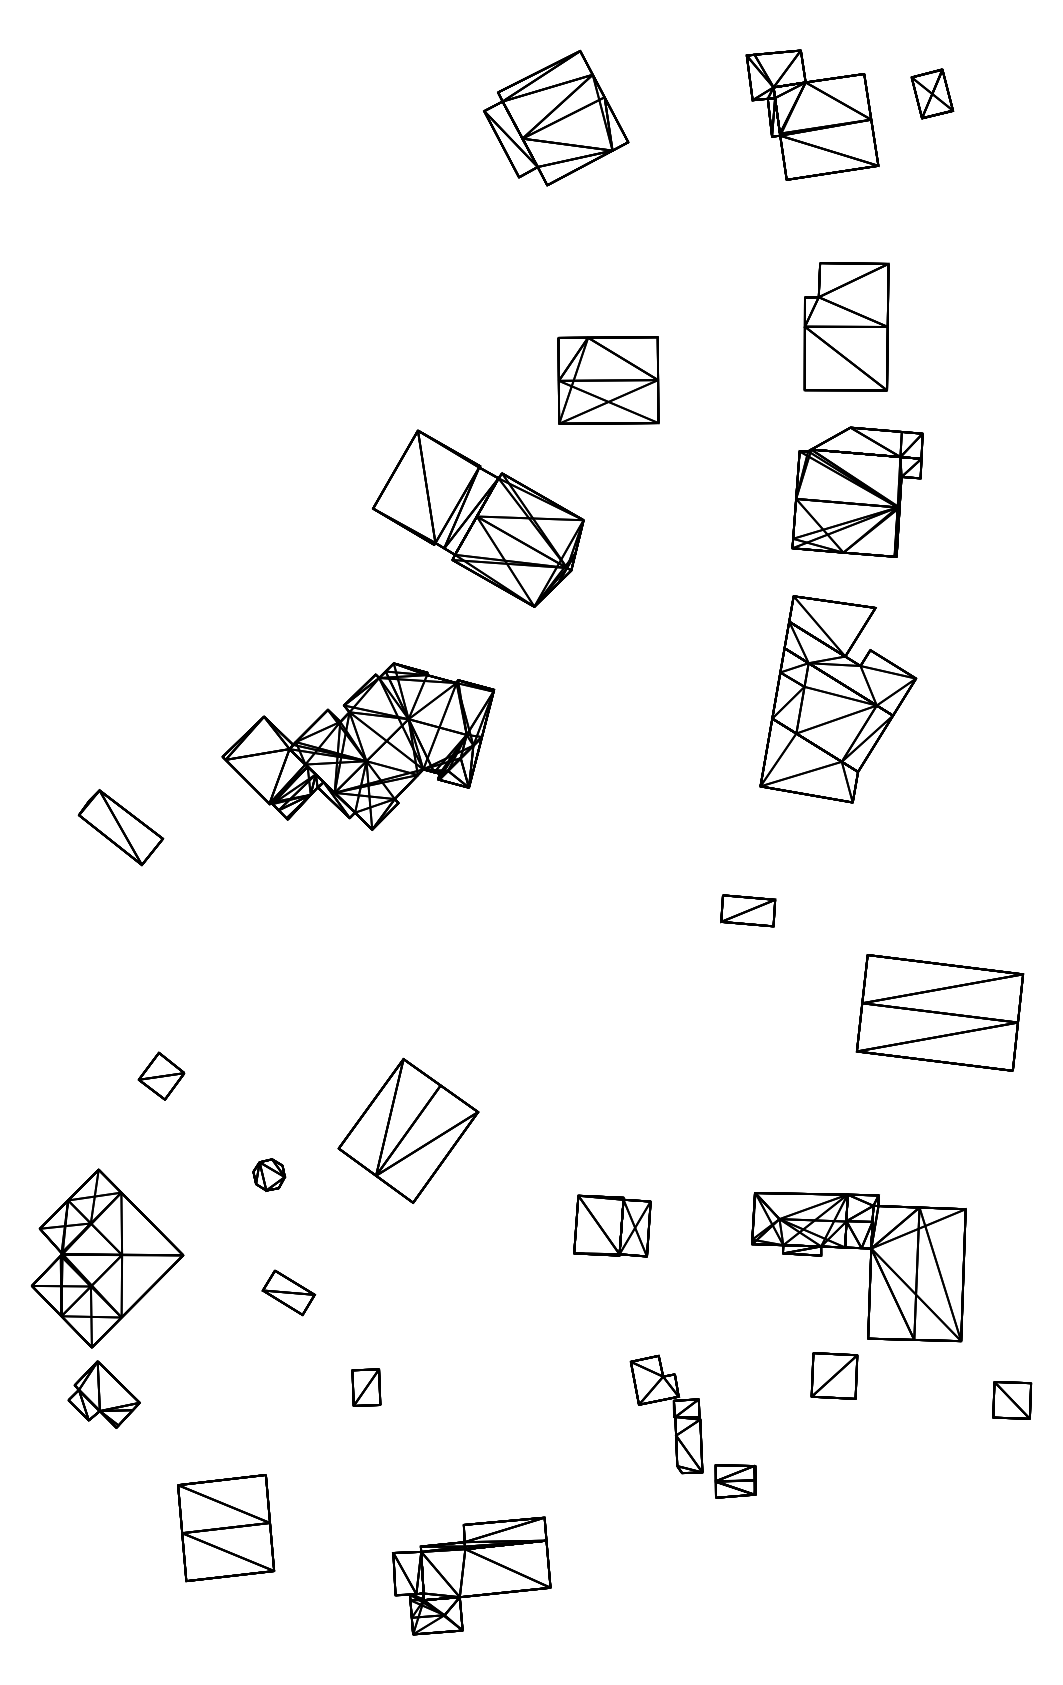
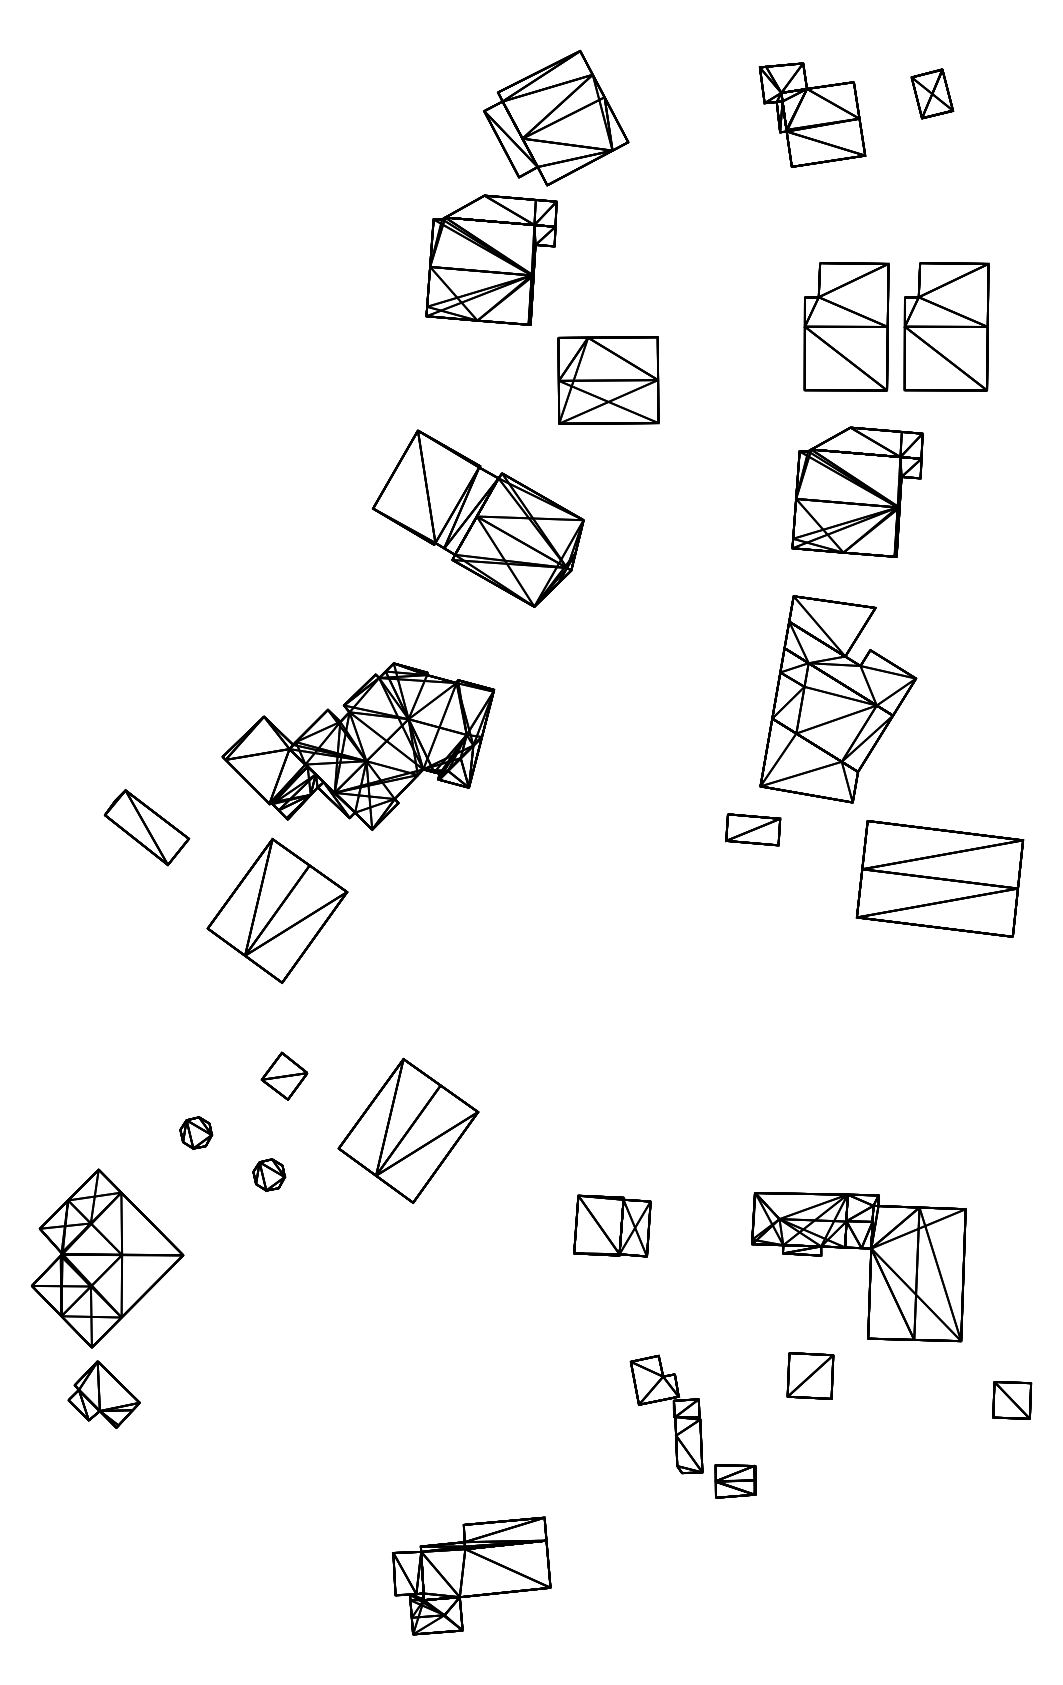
part at (812, 114) size: 135x132 px -> 109x106 px
part at (491, 259): none -> present
part at (946, 326): none -> present
part at (120, 827) position: (120, 827) -> (146, 827)
part at (277, 910): none -> present
part at (748, 910) position: (748, 910) -> (753, 829)
part at (939, 1012) position: (939, 1012) -> (939, 878)
part at (161, 1075) position: (161, 1075) -> (284, 1075)
part at (196, 1132): none -> present
part at (288, 1292): present -> none
part at (834, 1375) position: (834, 1375) -> (810, 1375)
part at (366, 1387): present -> none
part at (226, 1528): present -> none
